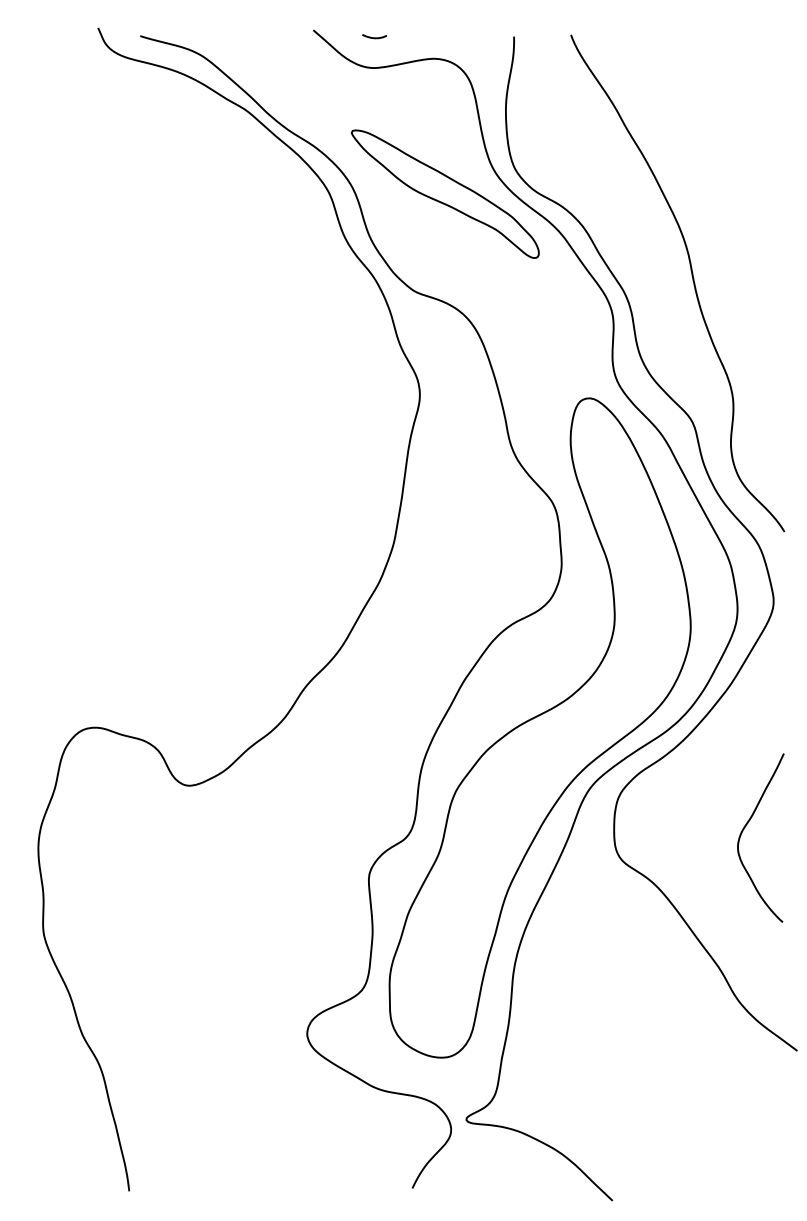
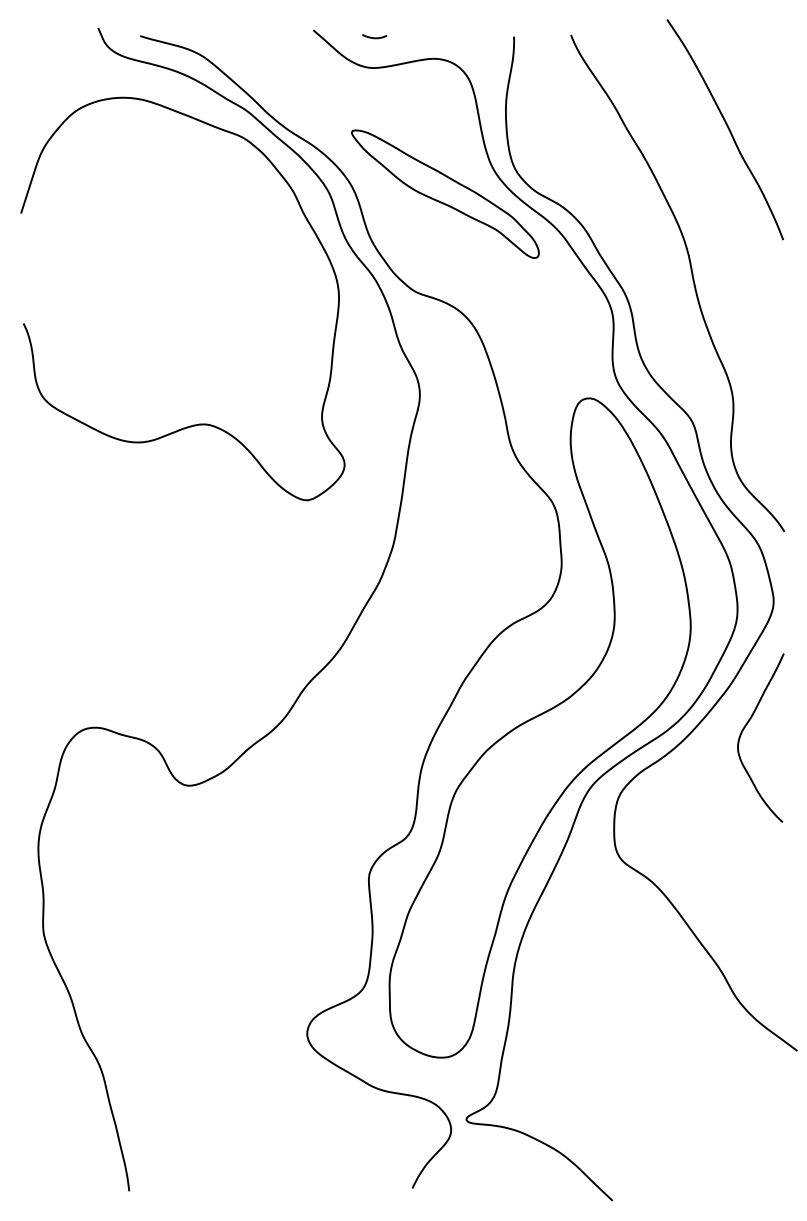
curve at (727, 128): none -> present
curve at (198, 423): none -> present
curve at (746, 826) position: (746, 826) -> (746, 726)
